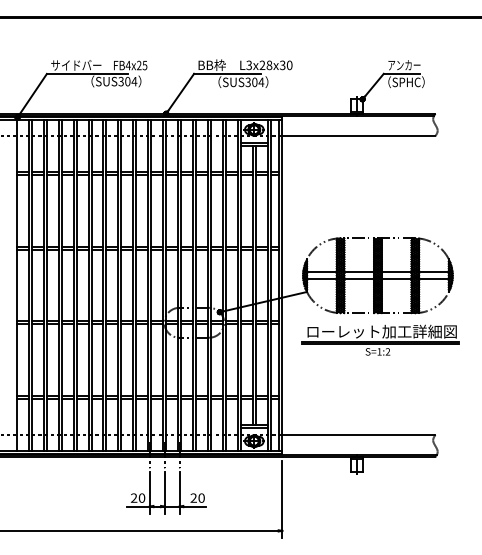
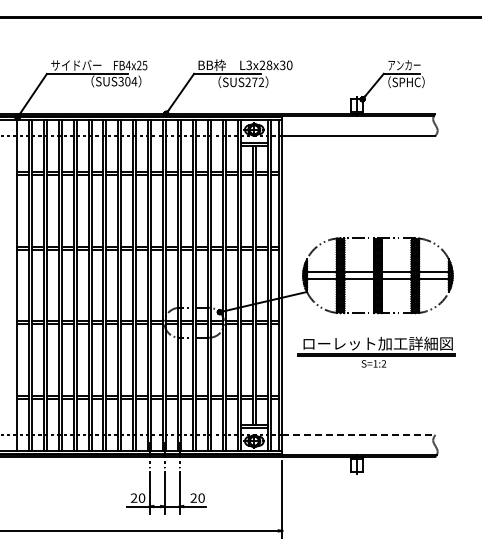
text at (254, 82): SUS304 -> SUS272
part at (380, 339) position: (380, 339) -> (376, 351)
line at (358, 434): solid -> dashed
